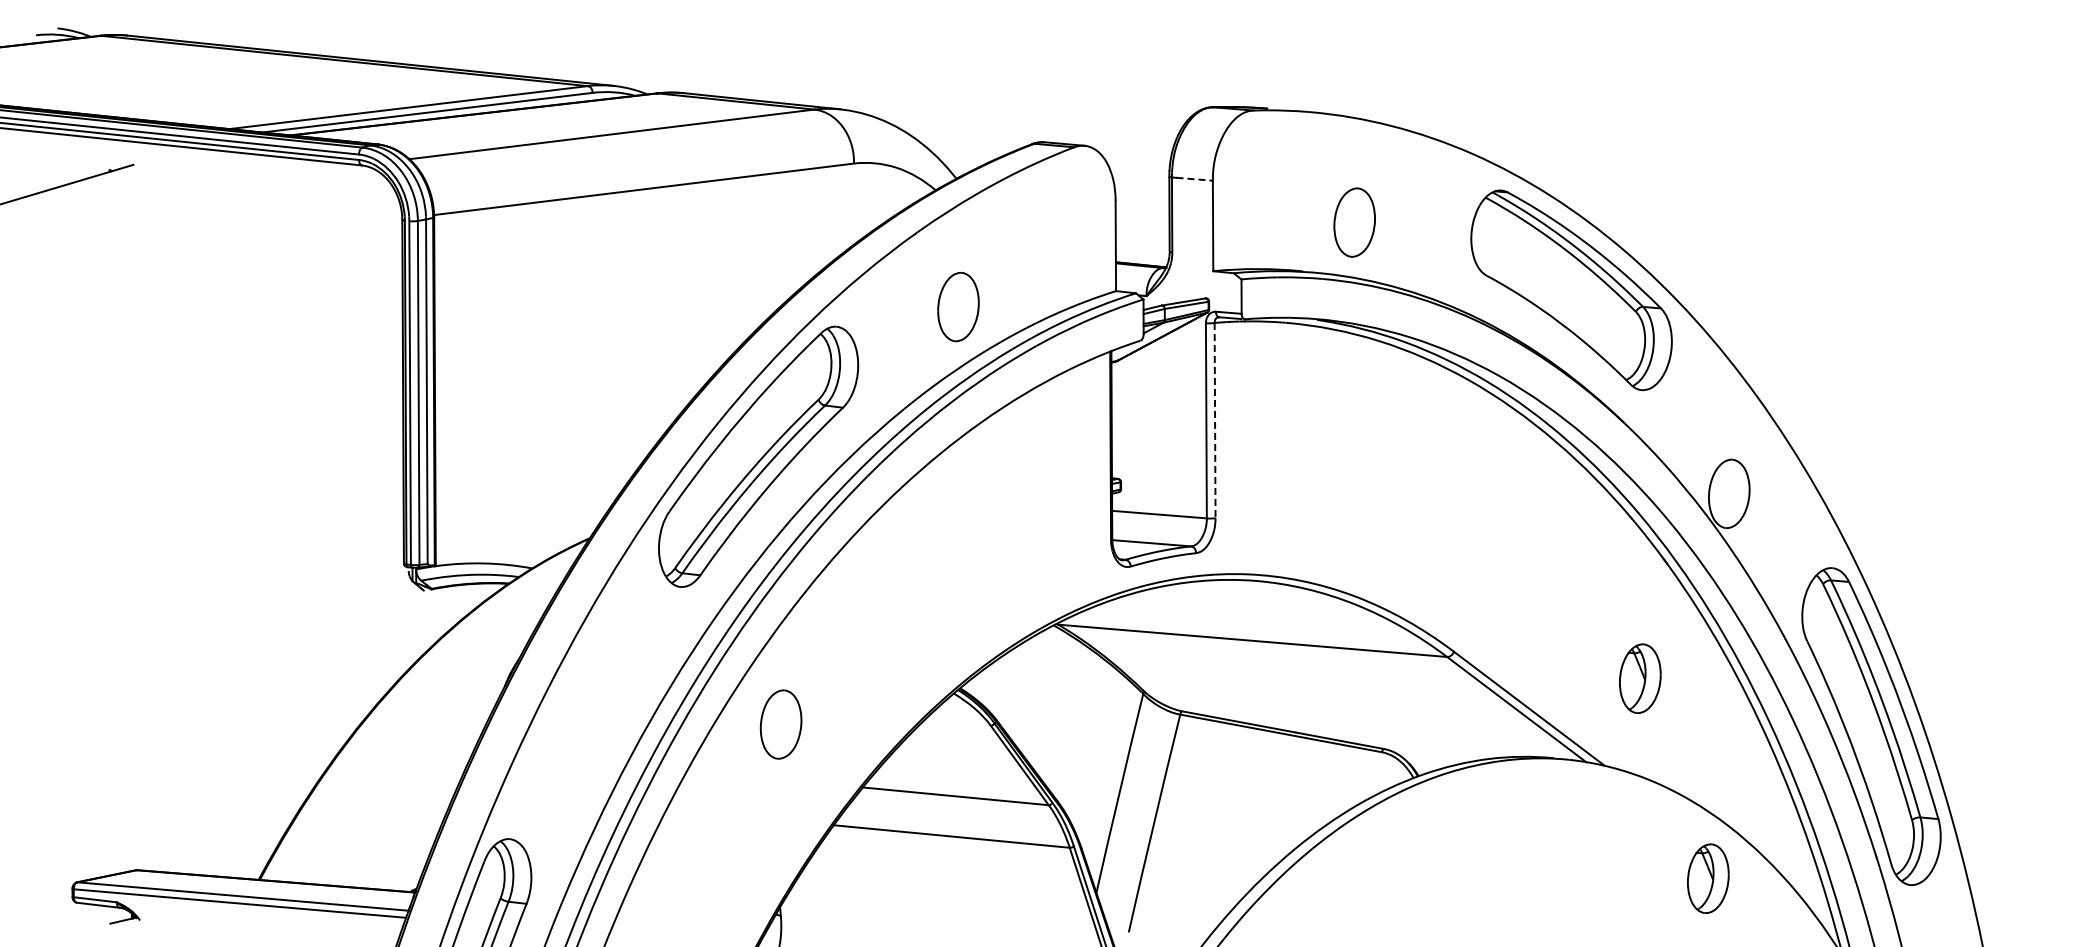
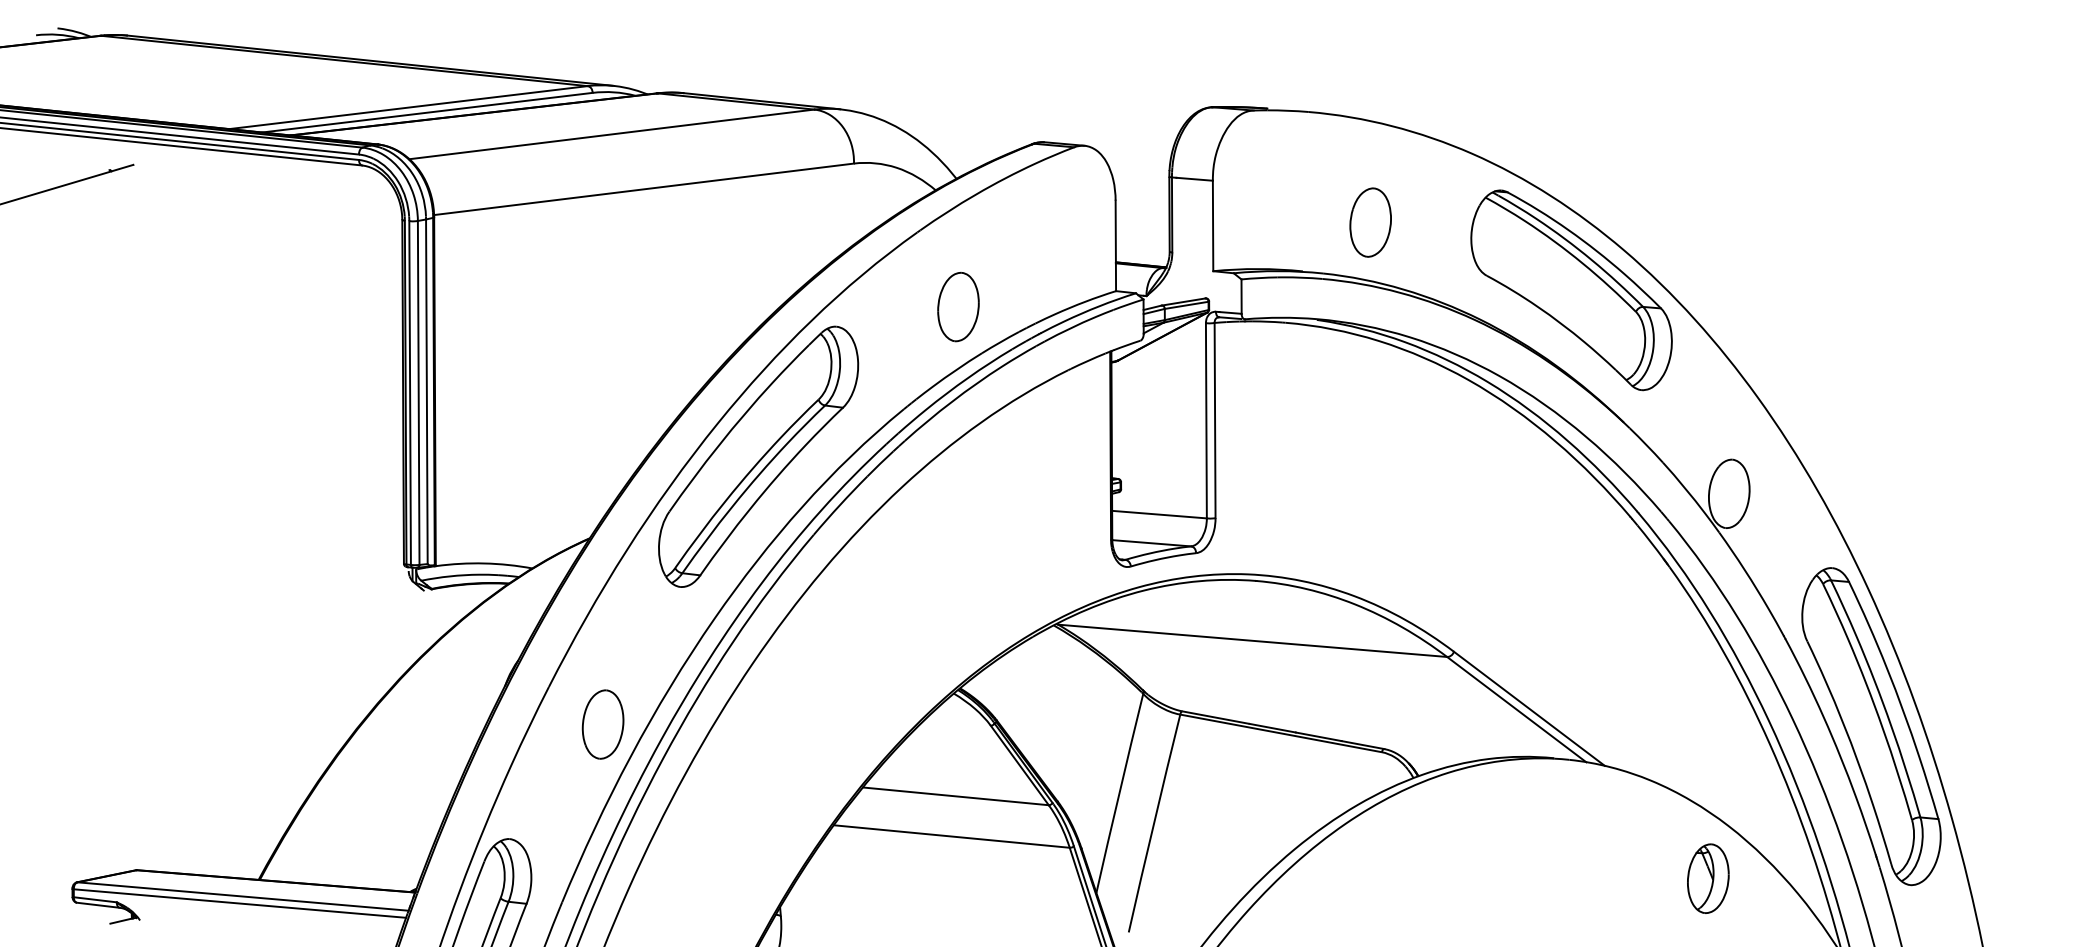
line at (1195, 179): dashed -> solid
part at (1354, 222) position: (1354, 222) -> (1370, 222)
line at (1215, 420): dashed -> solid
part at (1640, 678): present -> none
part at (780, 724) position: (780, 724) -> (602, 724)
